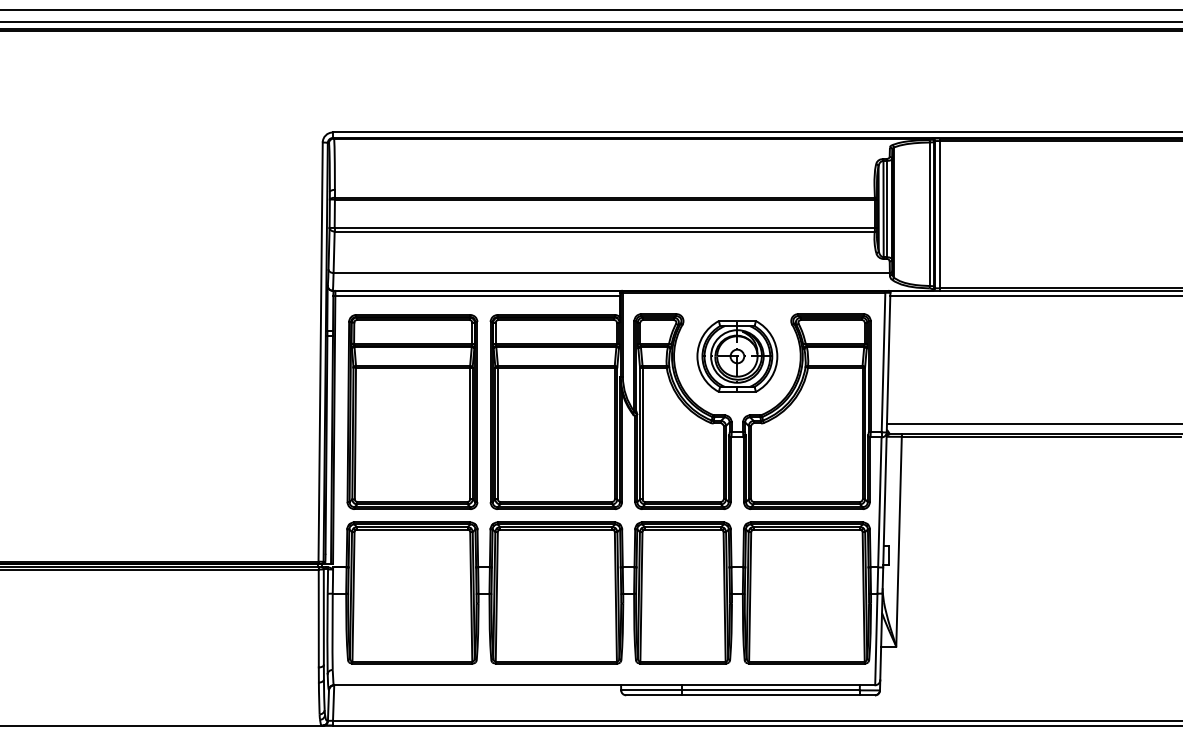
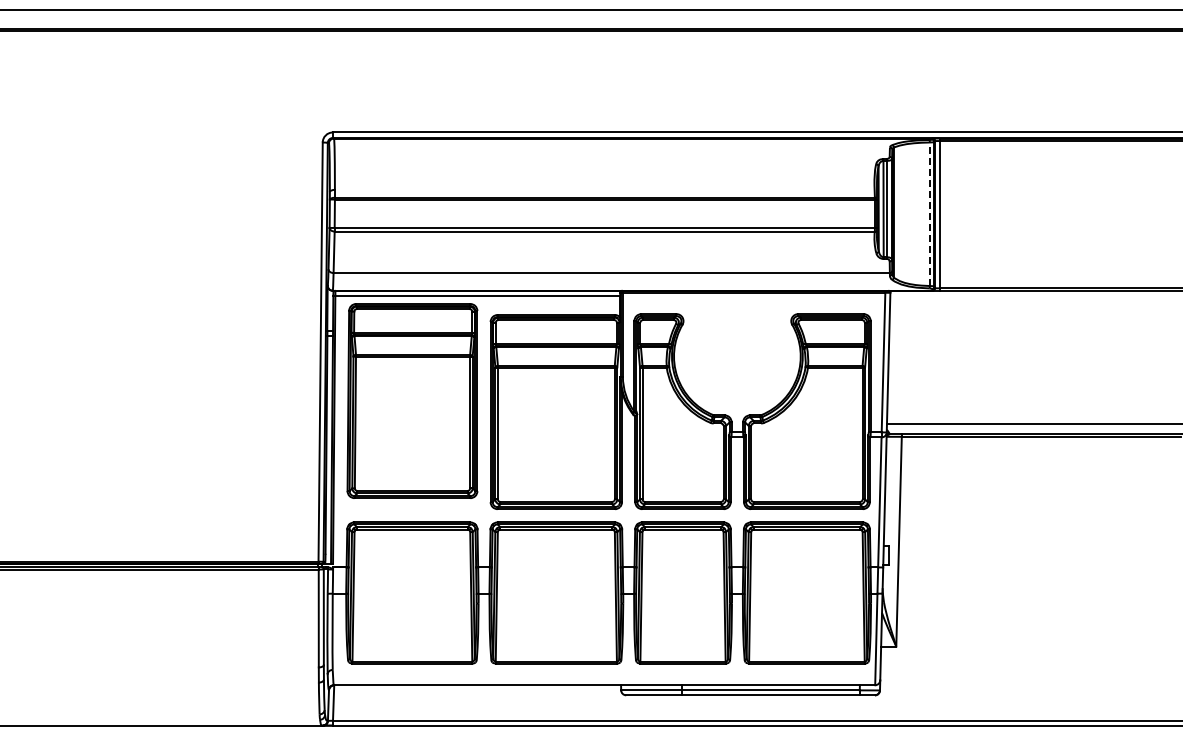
line at (590, 22): present -> none
line at (929, 214): solid -> dashed
line at (1034, 295): present -> none
part at (737, 356): present -> none
part at (412, 411) position: (412, 411) -> (412, 400)
